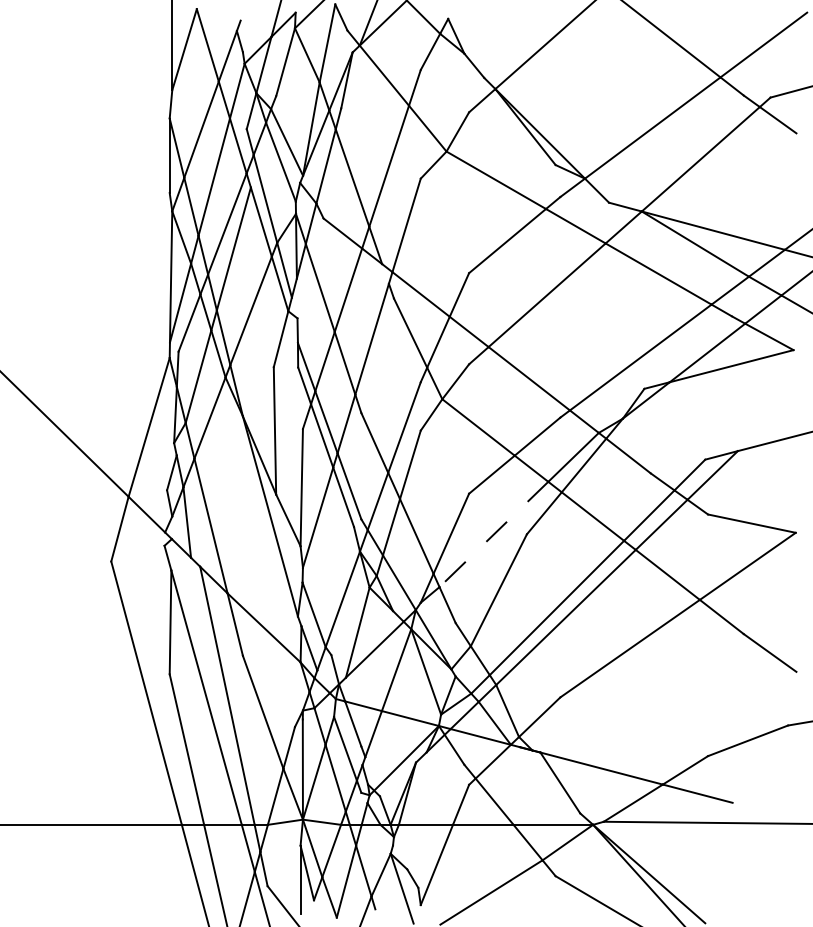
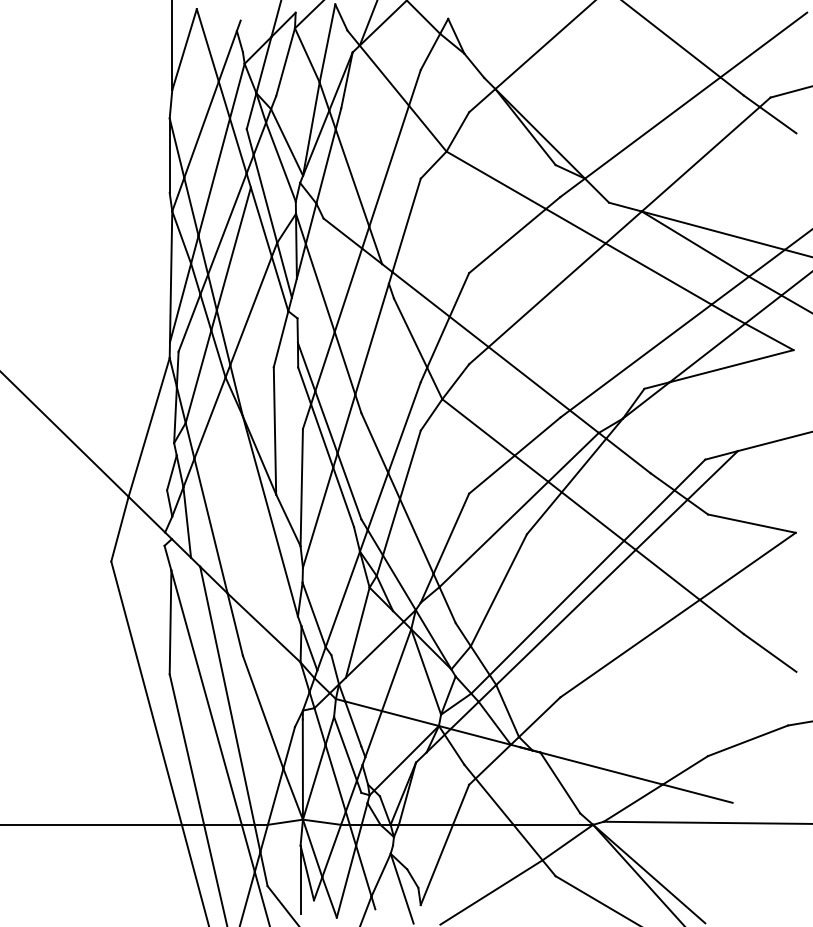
line at (493, 534): dashed -> solid
